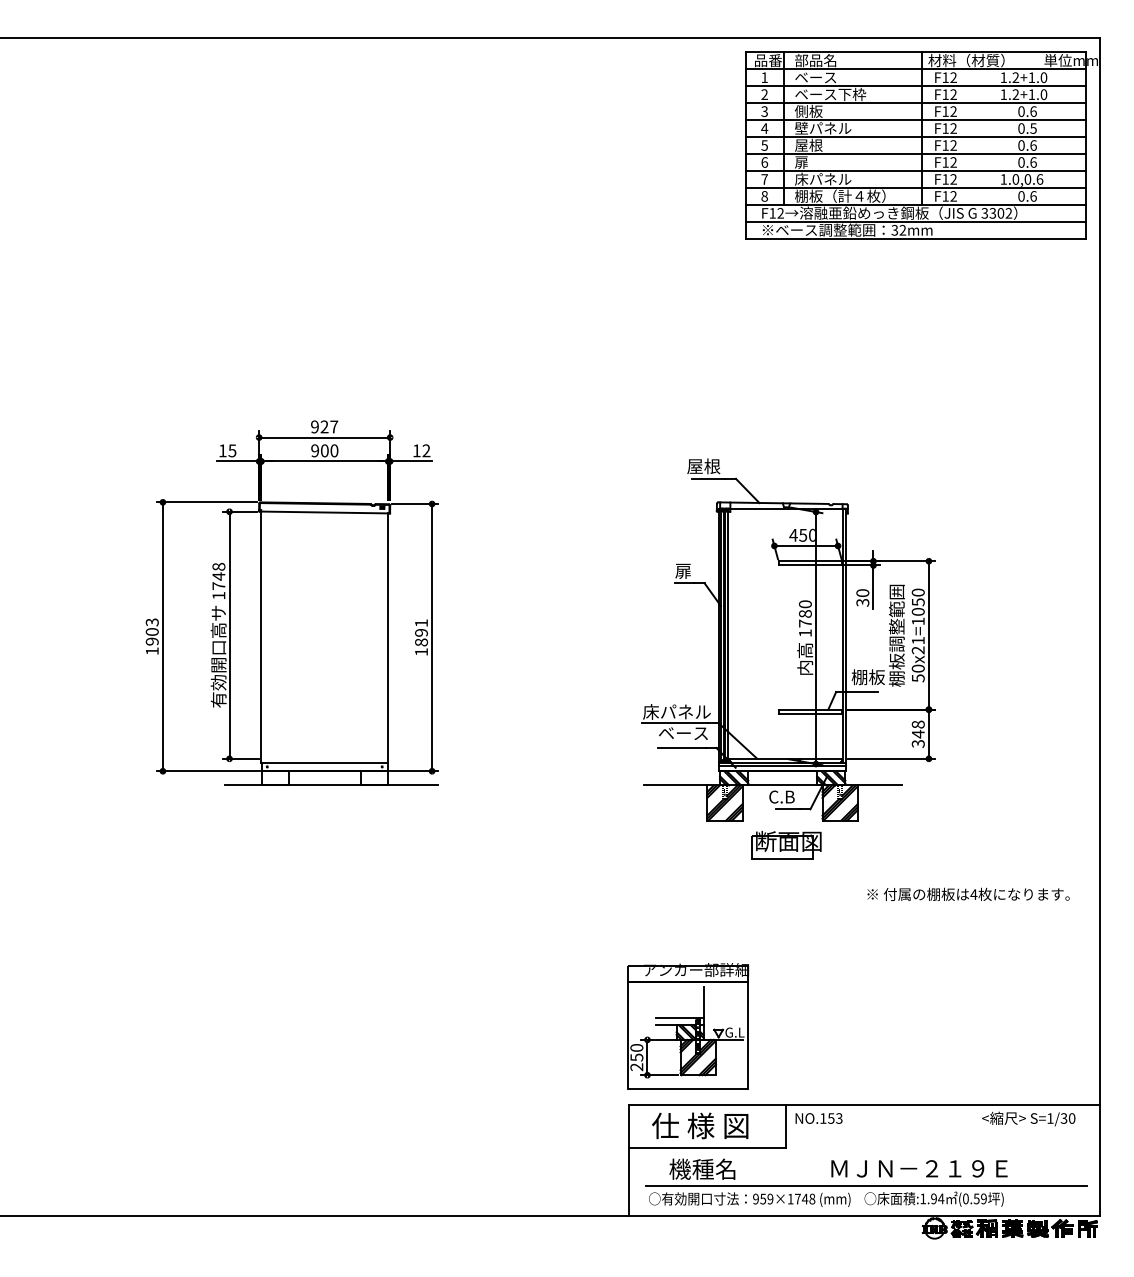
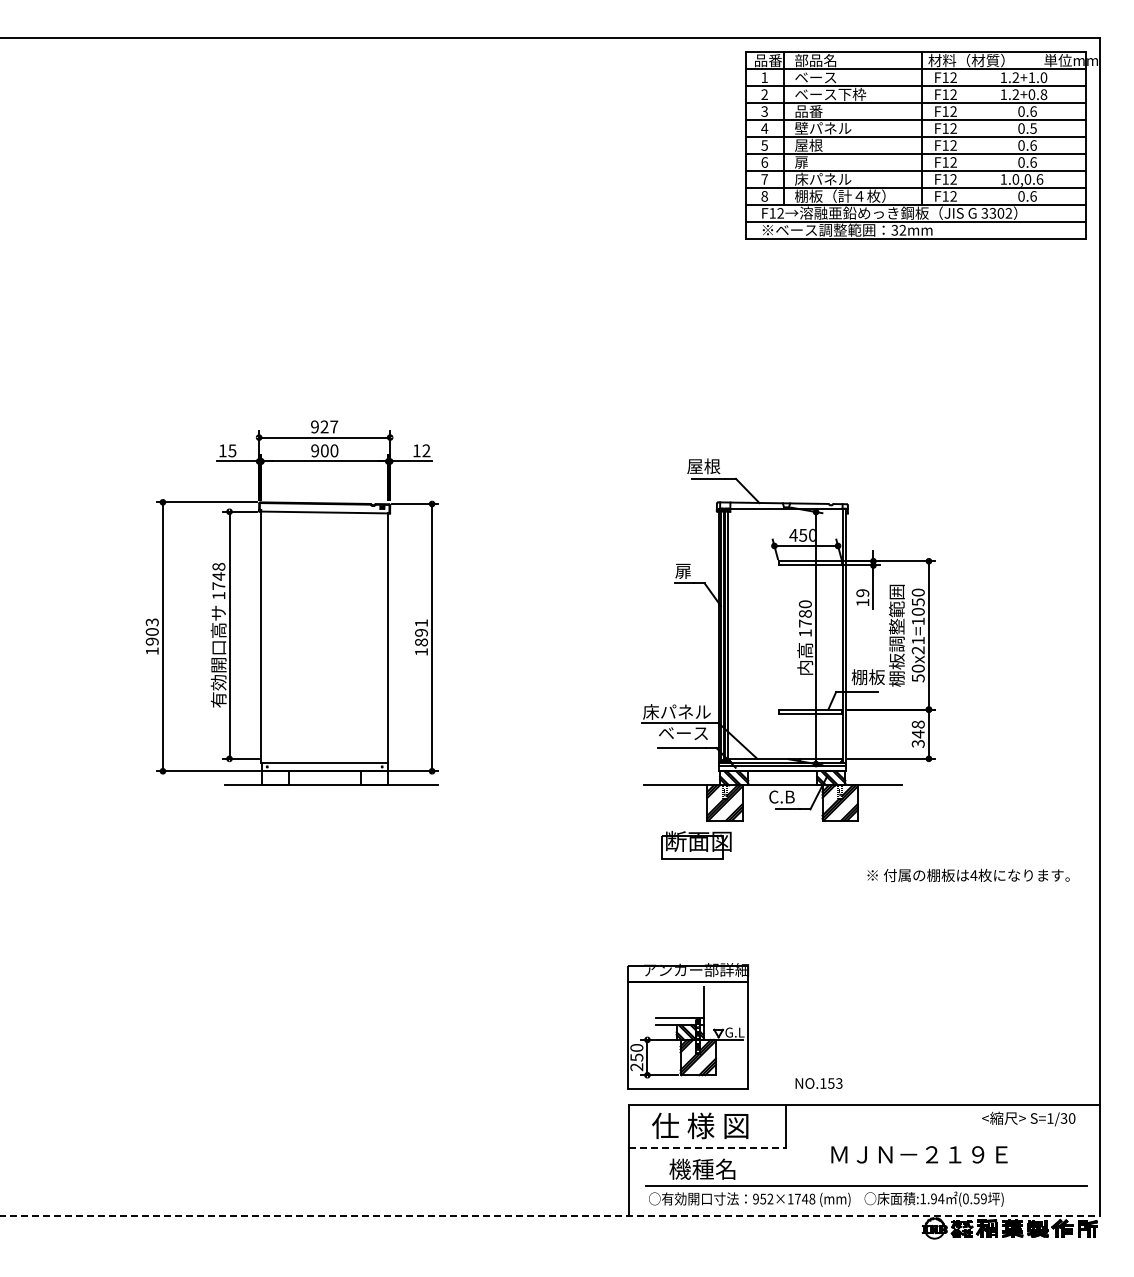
text at (1037, 94): 1.2+1.0 -> 1.2+0.8
text at (808, 110): 側板 -> 品番
text at (862, 597): 30 -> 19
part at (786, 845) position: (786, 845) -> (696, 845)
text at (968, 893) position: (968, 893) -> (968, 874)
text at (818, 1118) position: (818, 1118) -> (818, 1083)
line at (707, 1147): solid -> dashed
text at (919, 1168) position: (919, 1168) -> (919, 1154)
text at (770, 1199): 959×1748 -> 952×1748
line at (549, 1215): solid -> dashed
